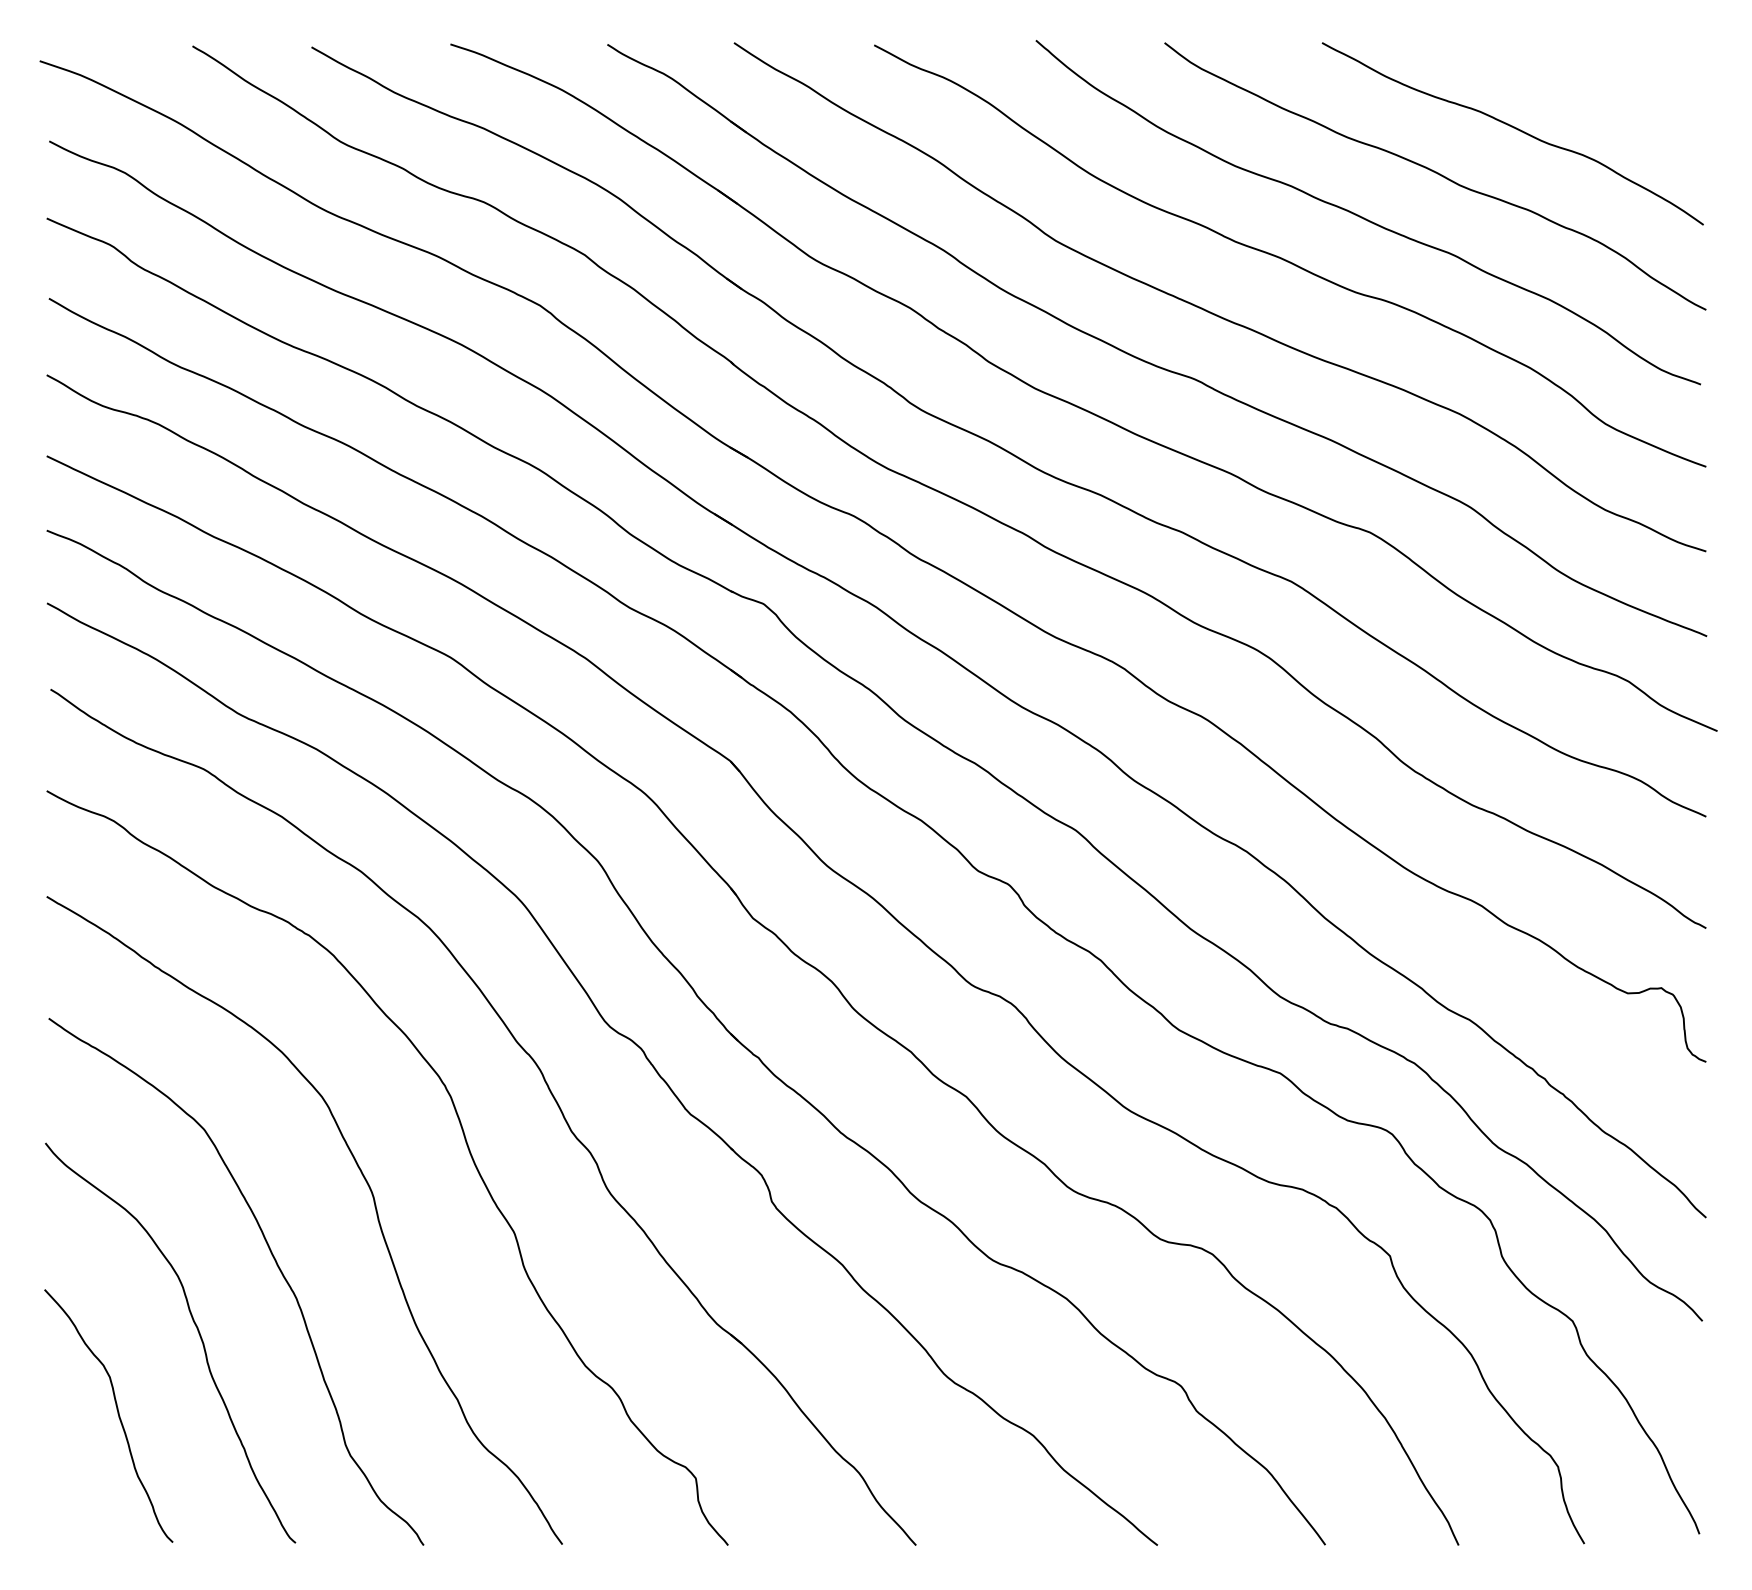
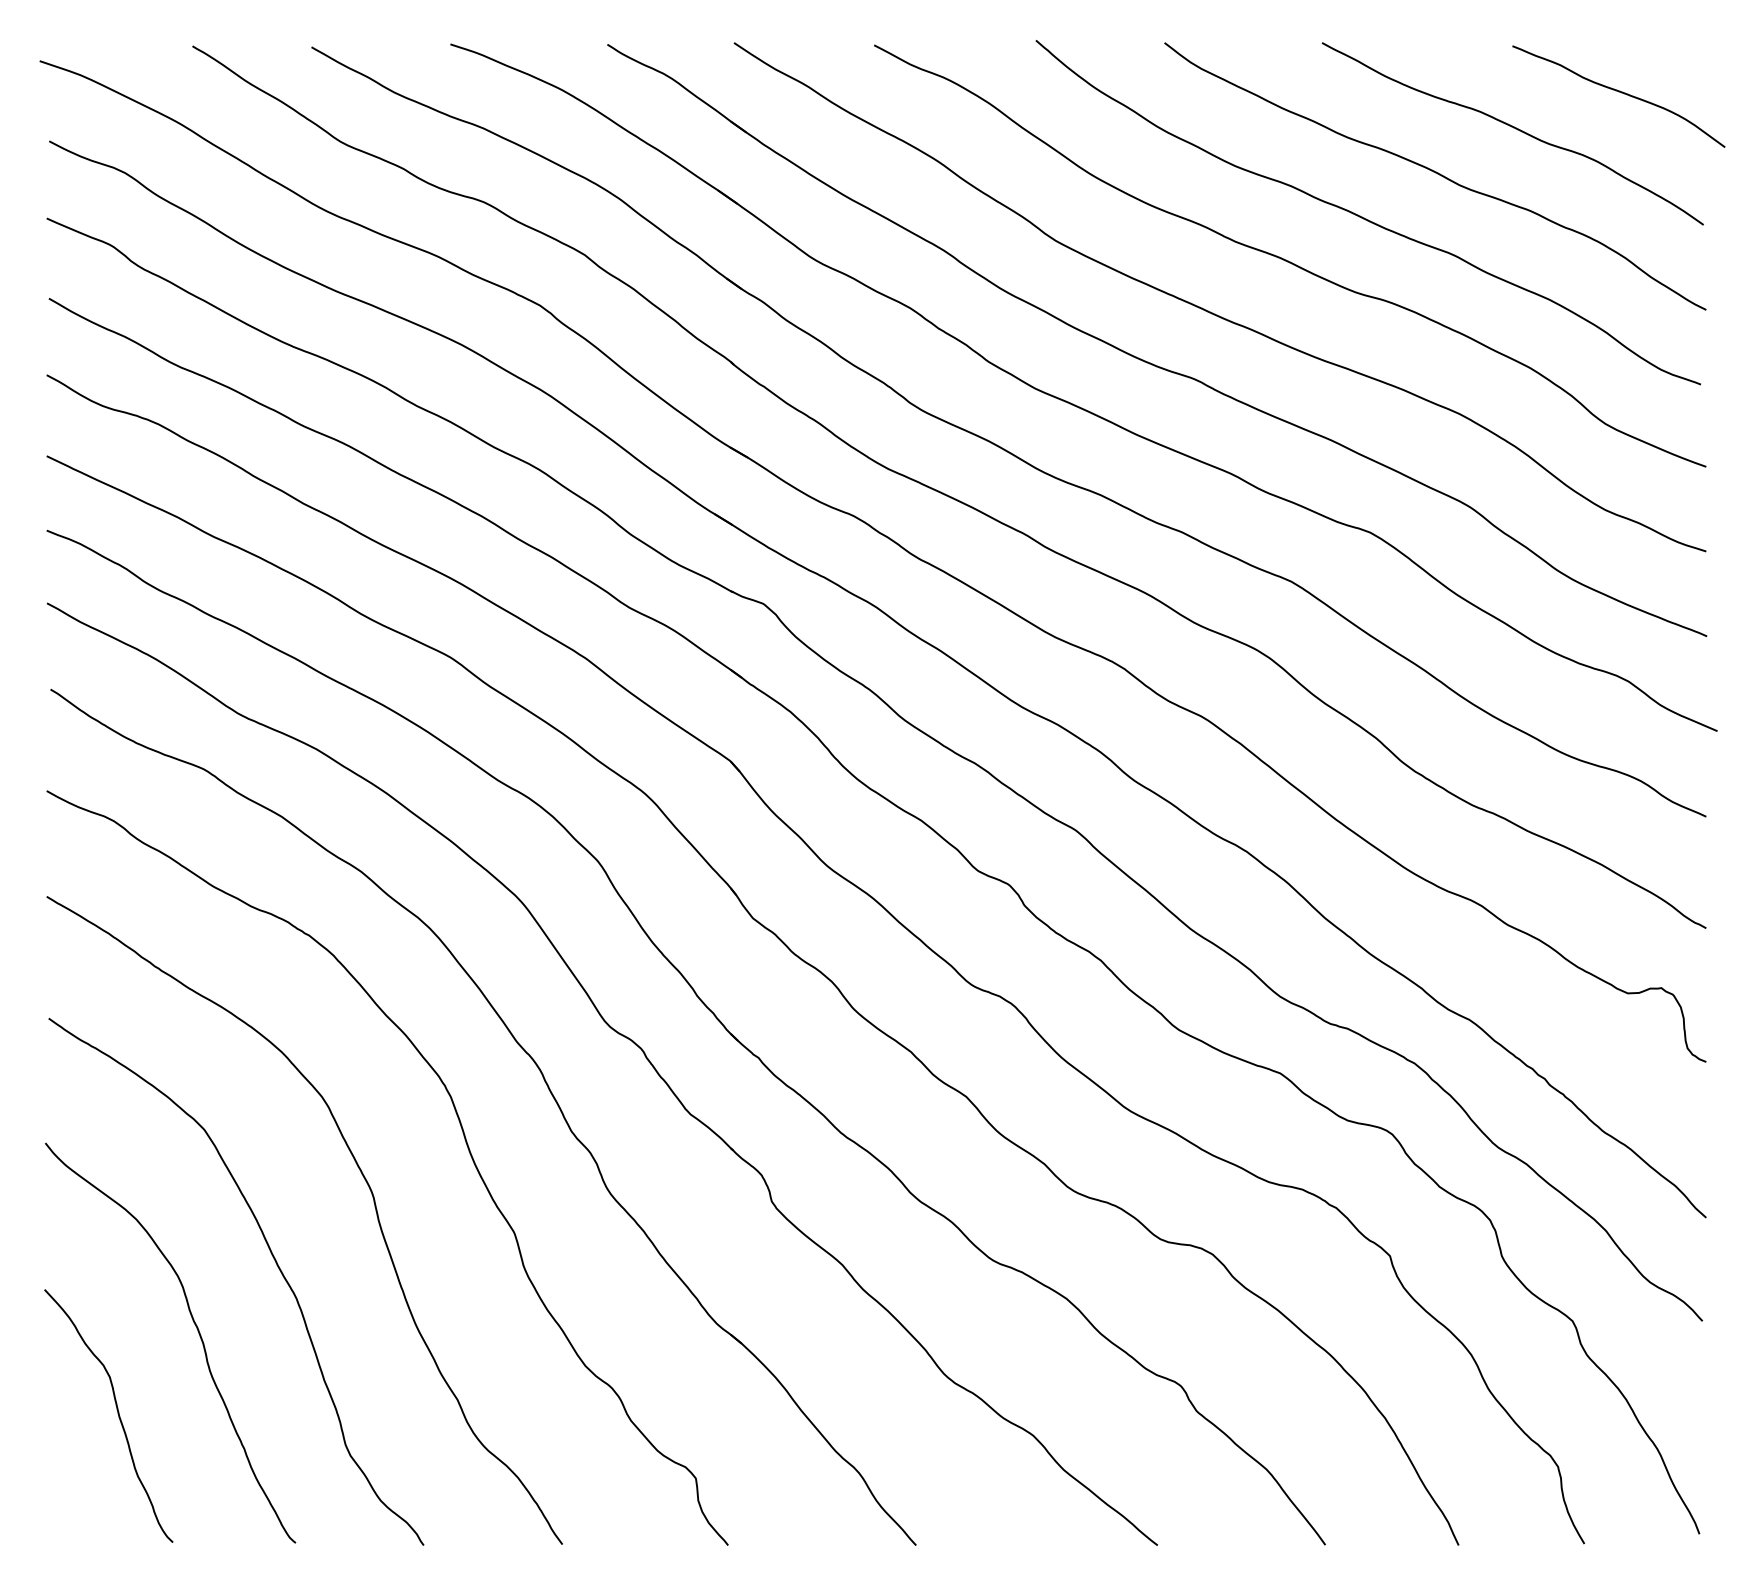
curve at (1618, 92): none -> present
